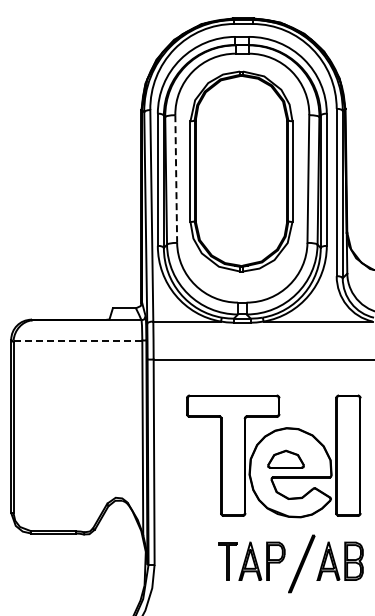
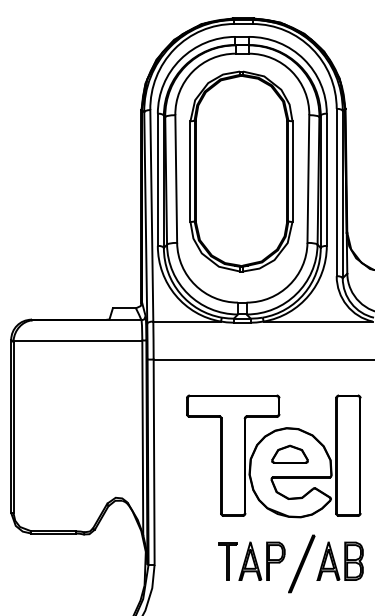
line at (176, 179): dashed -> solid
line at (77, 340): dashed -> solid
part at (285, 458) position: (285, 458) -> (289, 453)
